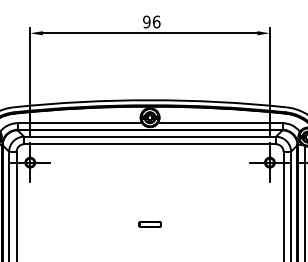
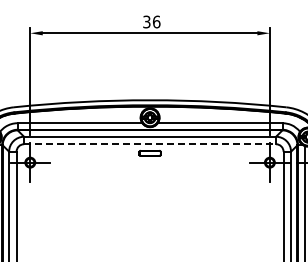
text at (146, 21): 96 -> 36
line at (150, 144): solid -> dashed
part at (149, 224) position: (149, 224) -> (149, 153)
